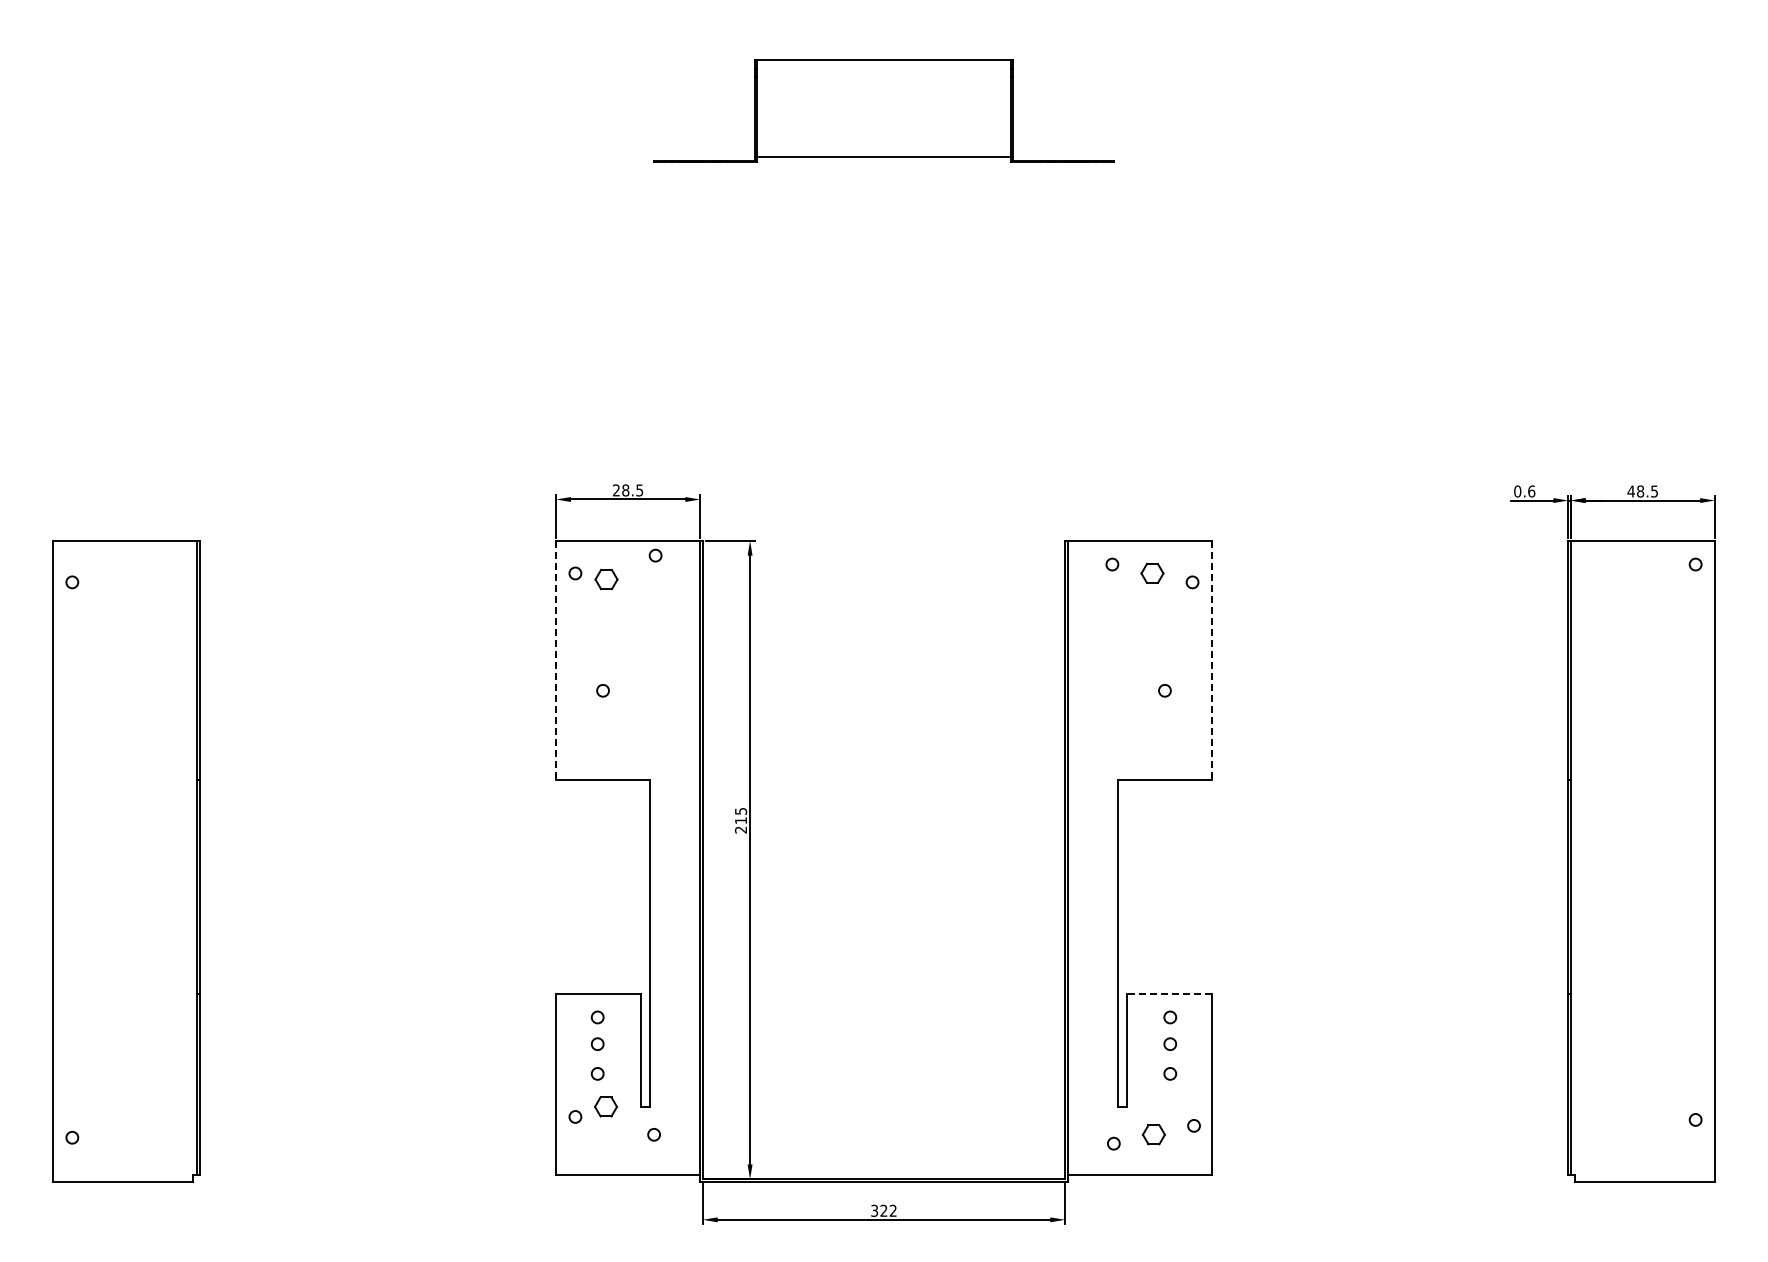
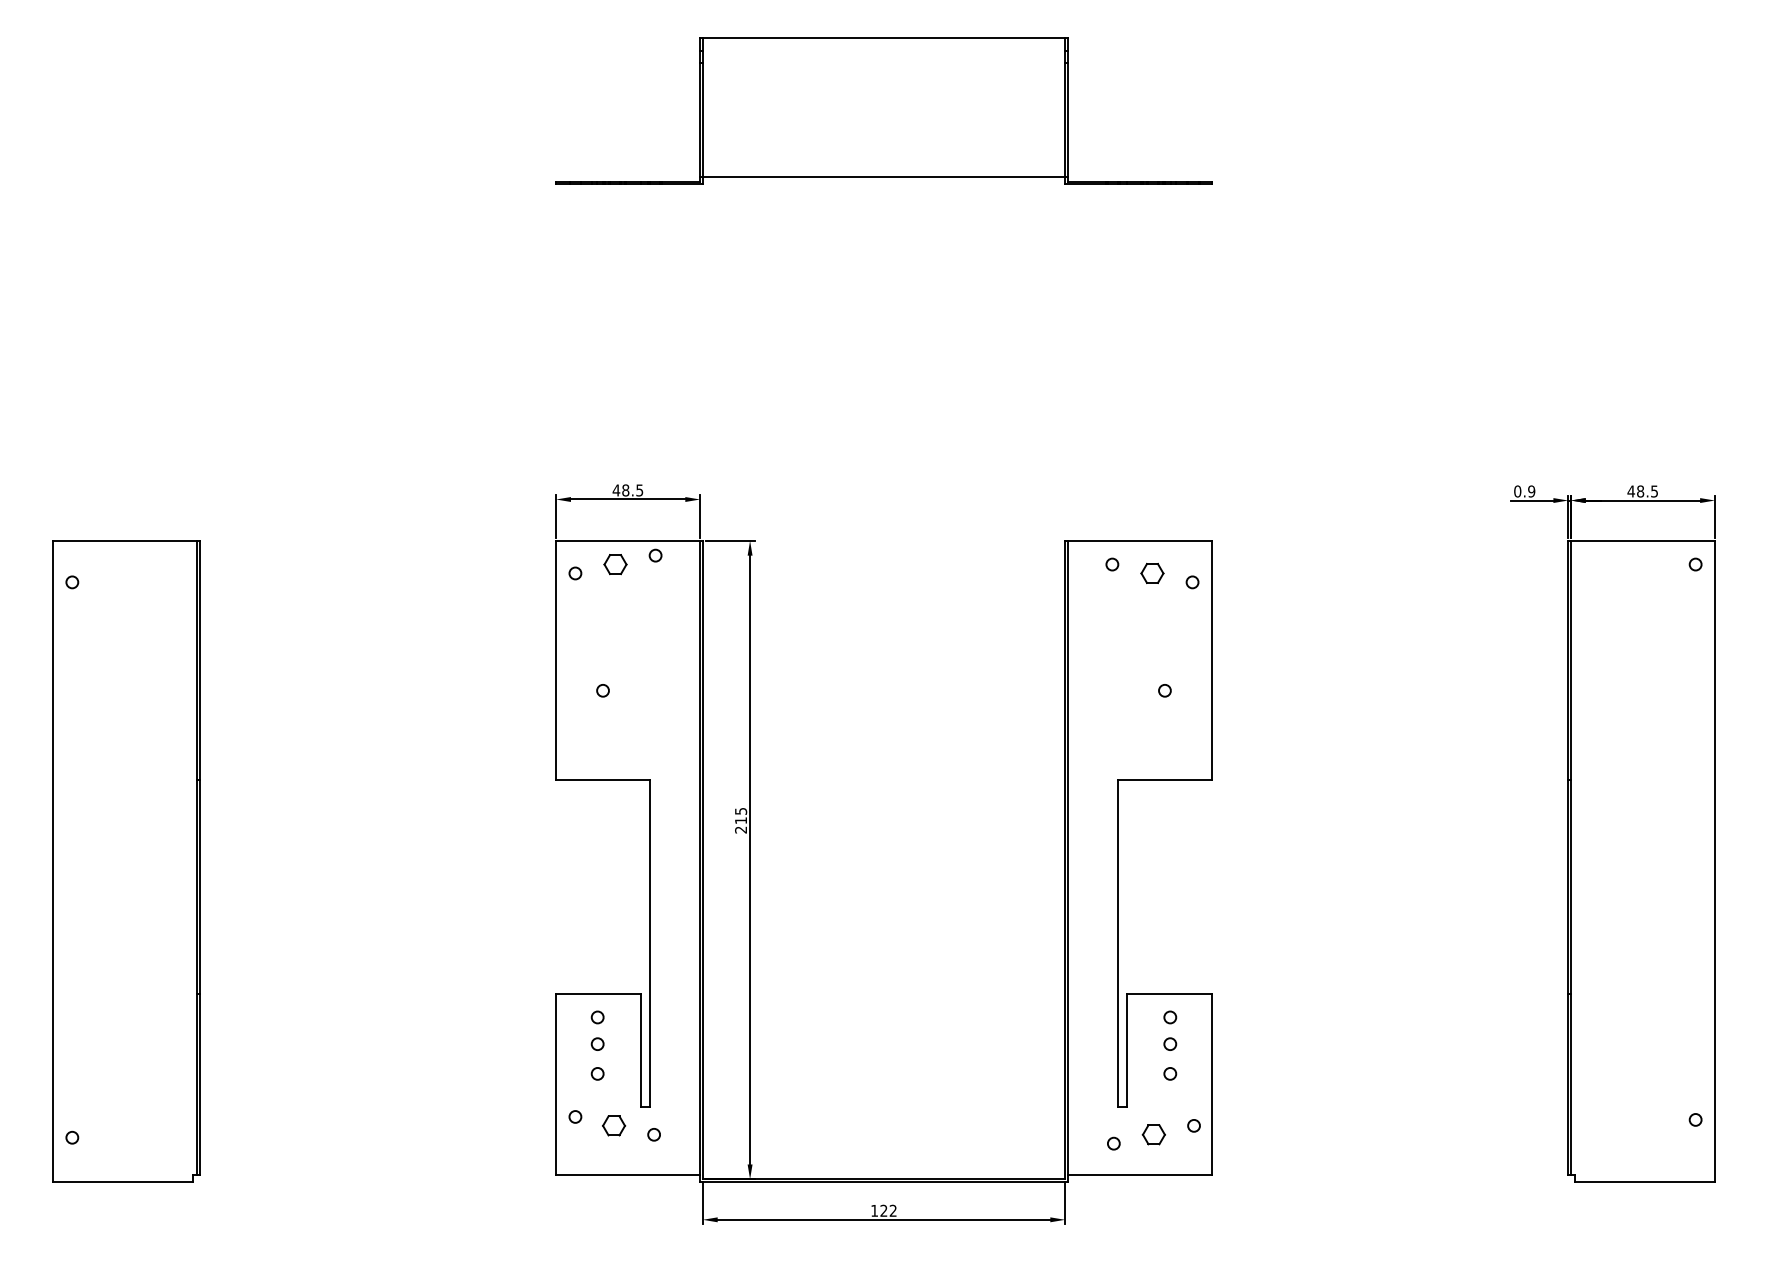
part at (883, 110) size: 462x104 px -> 658x148 px
text at (616, 490): 28.5 -> 48.5
text at (1531, 491): 0.6 -> 0.9
part at (606, 579) position: (606, 579) -> (615, 564)
line at (556, 660): dashed -> solid
line at (1211, 660): dashed -> solid
line at (1169, 993): dashed -> solid
part at (606, 1106) position: (606, 1106) -> (614, 1125)
text at (874, 1210): 322 -> 122
